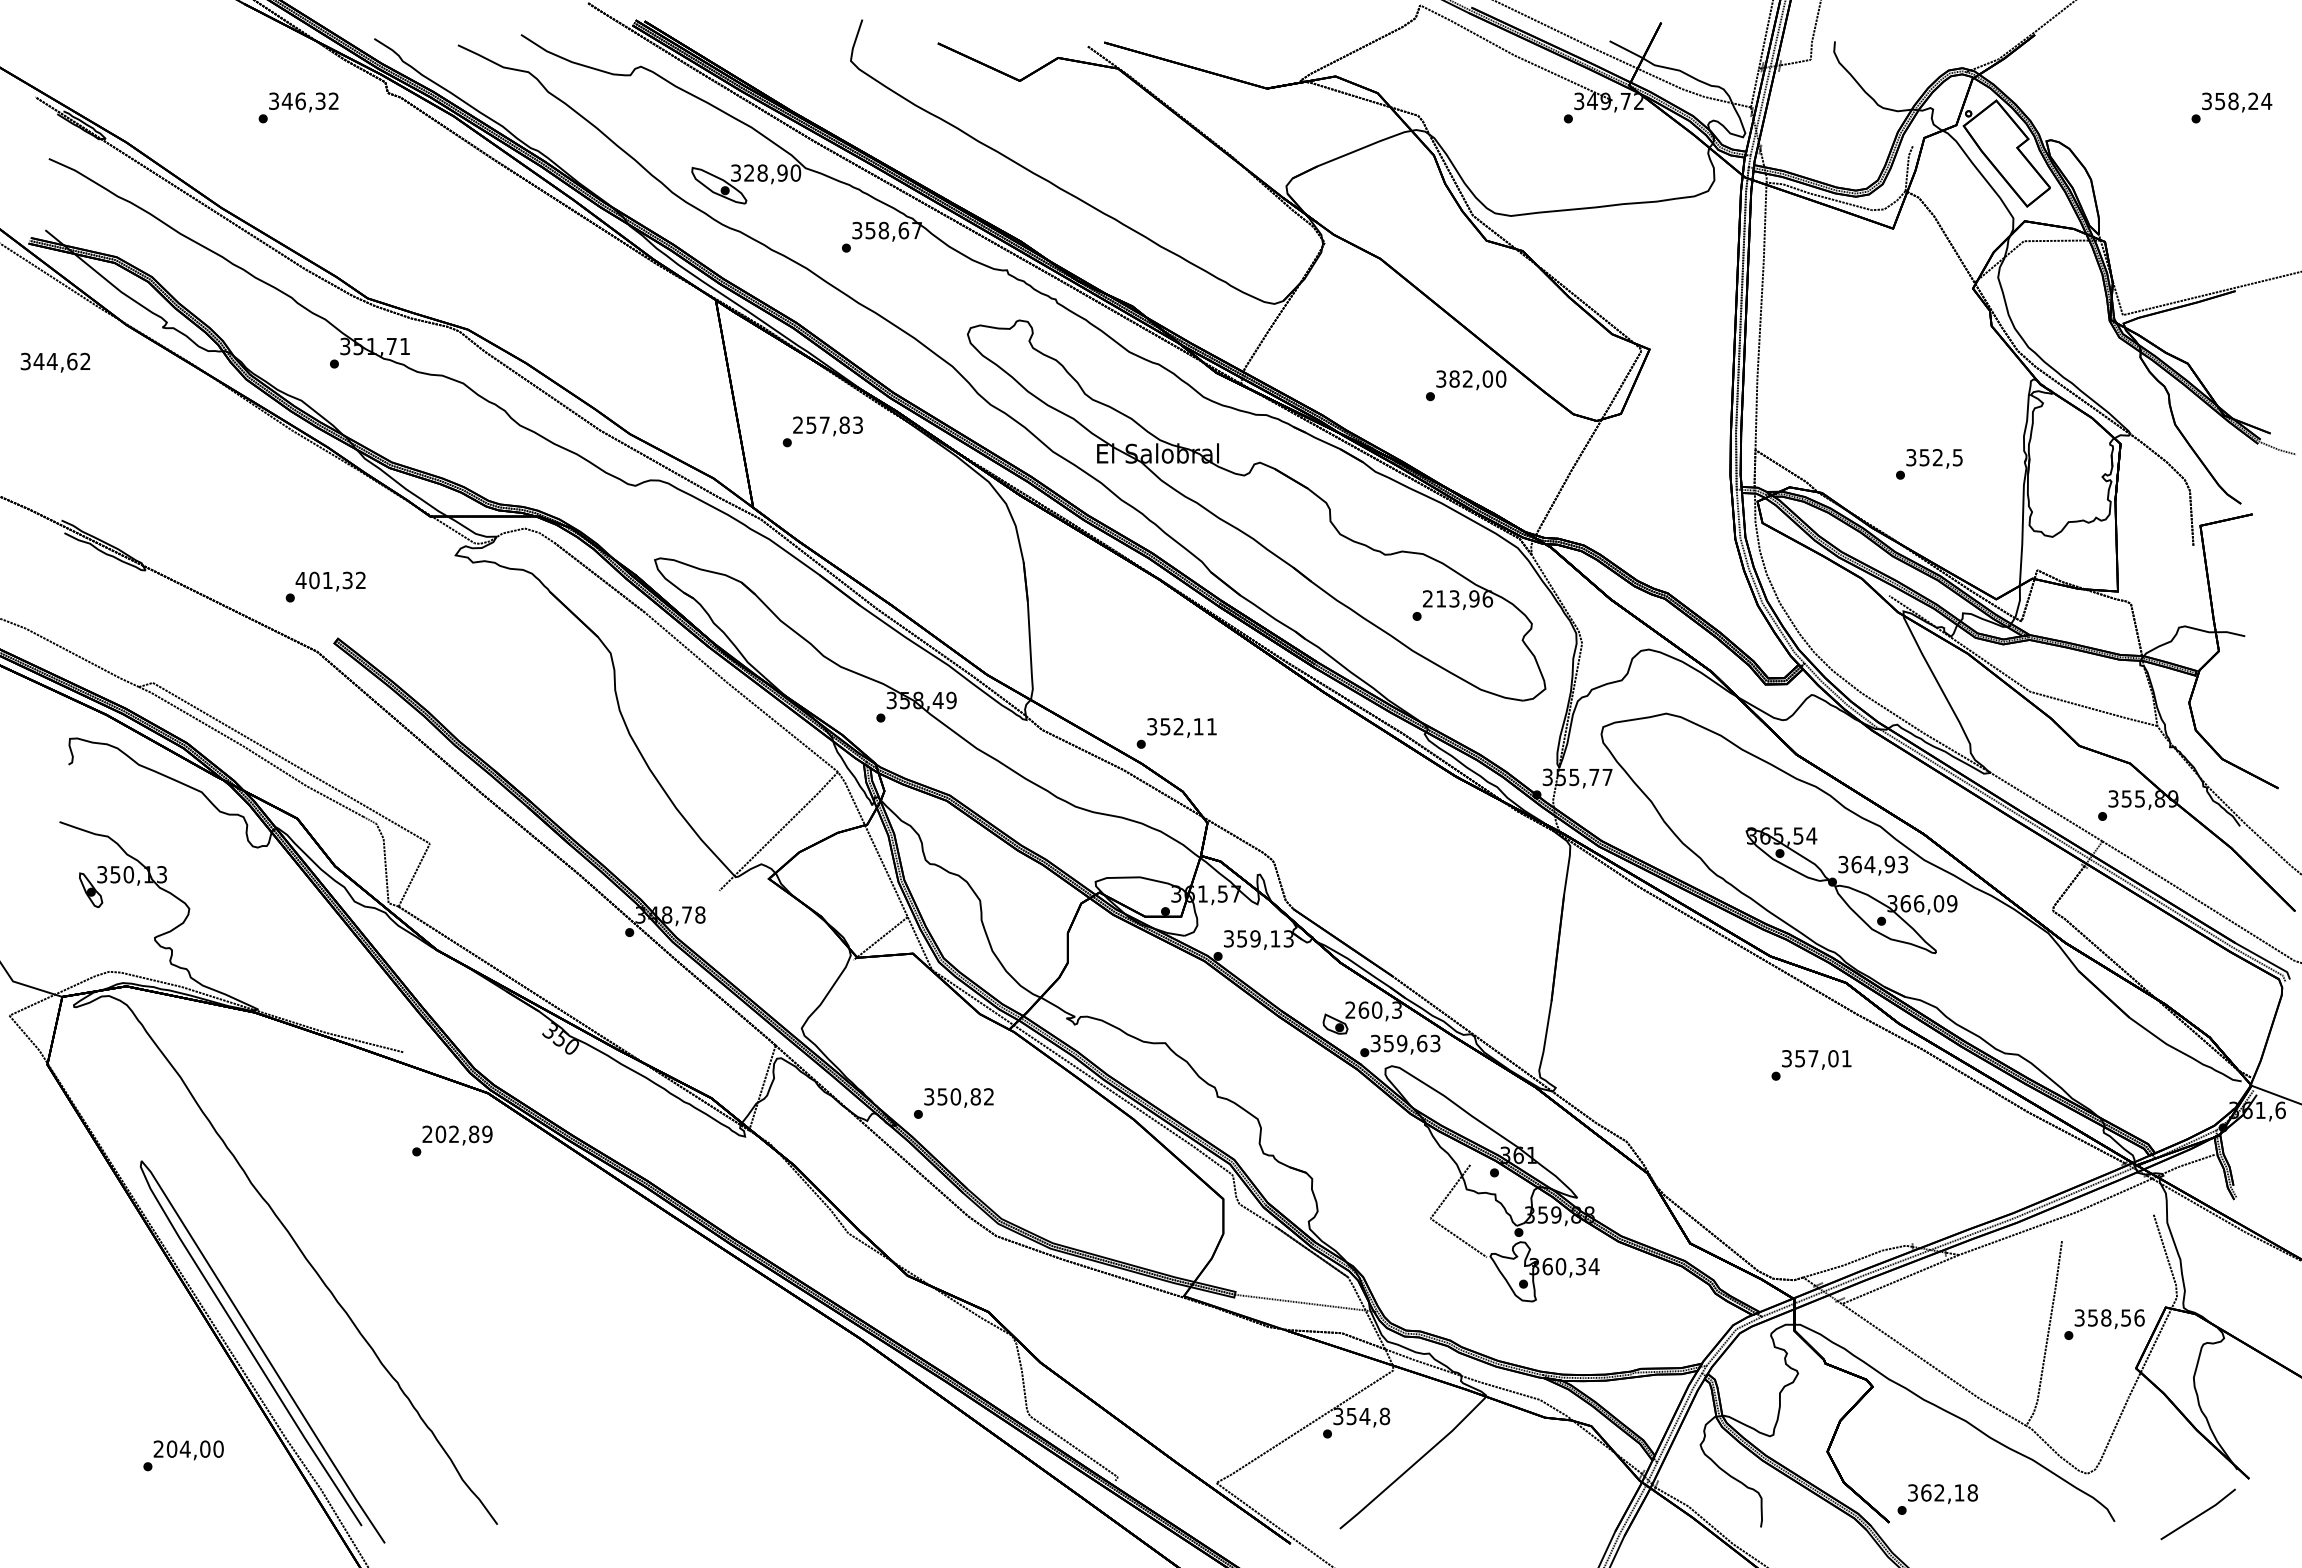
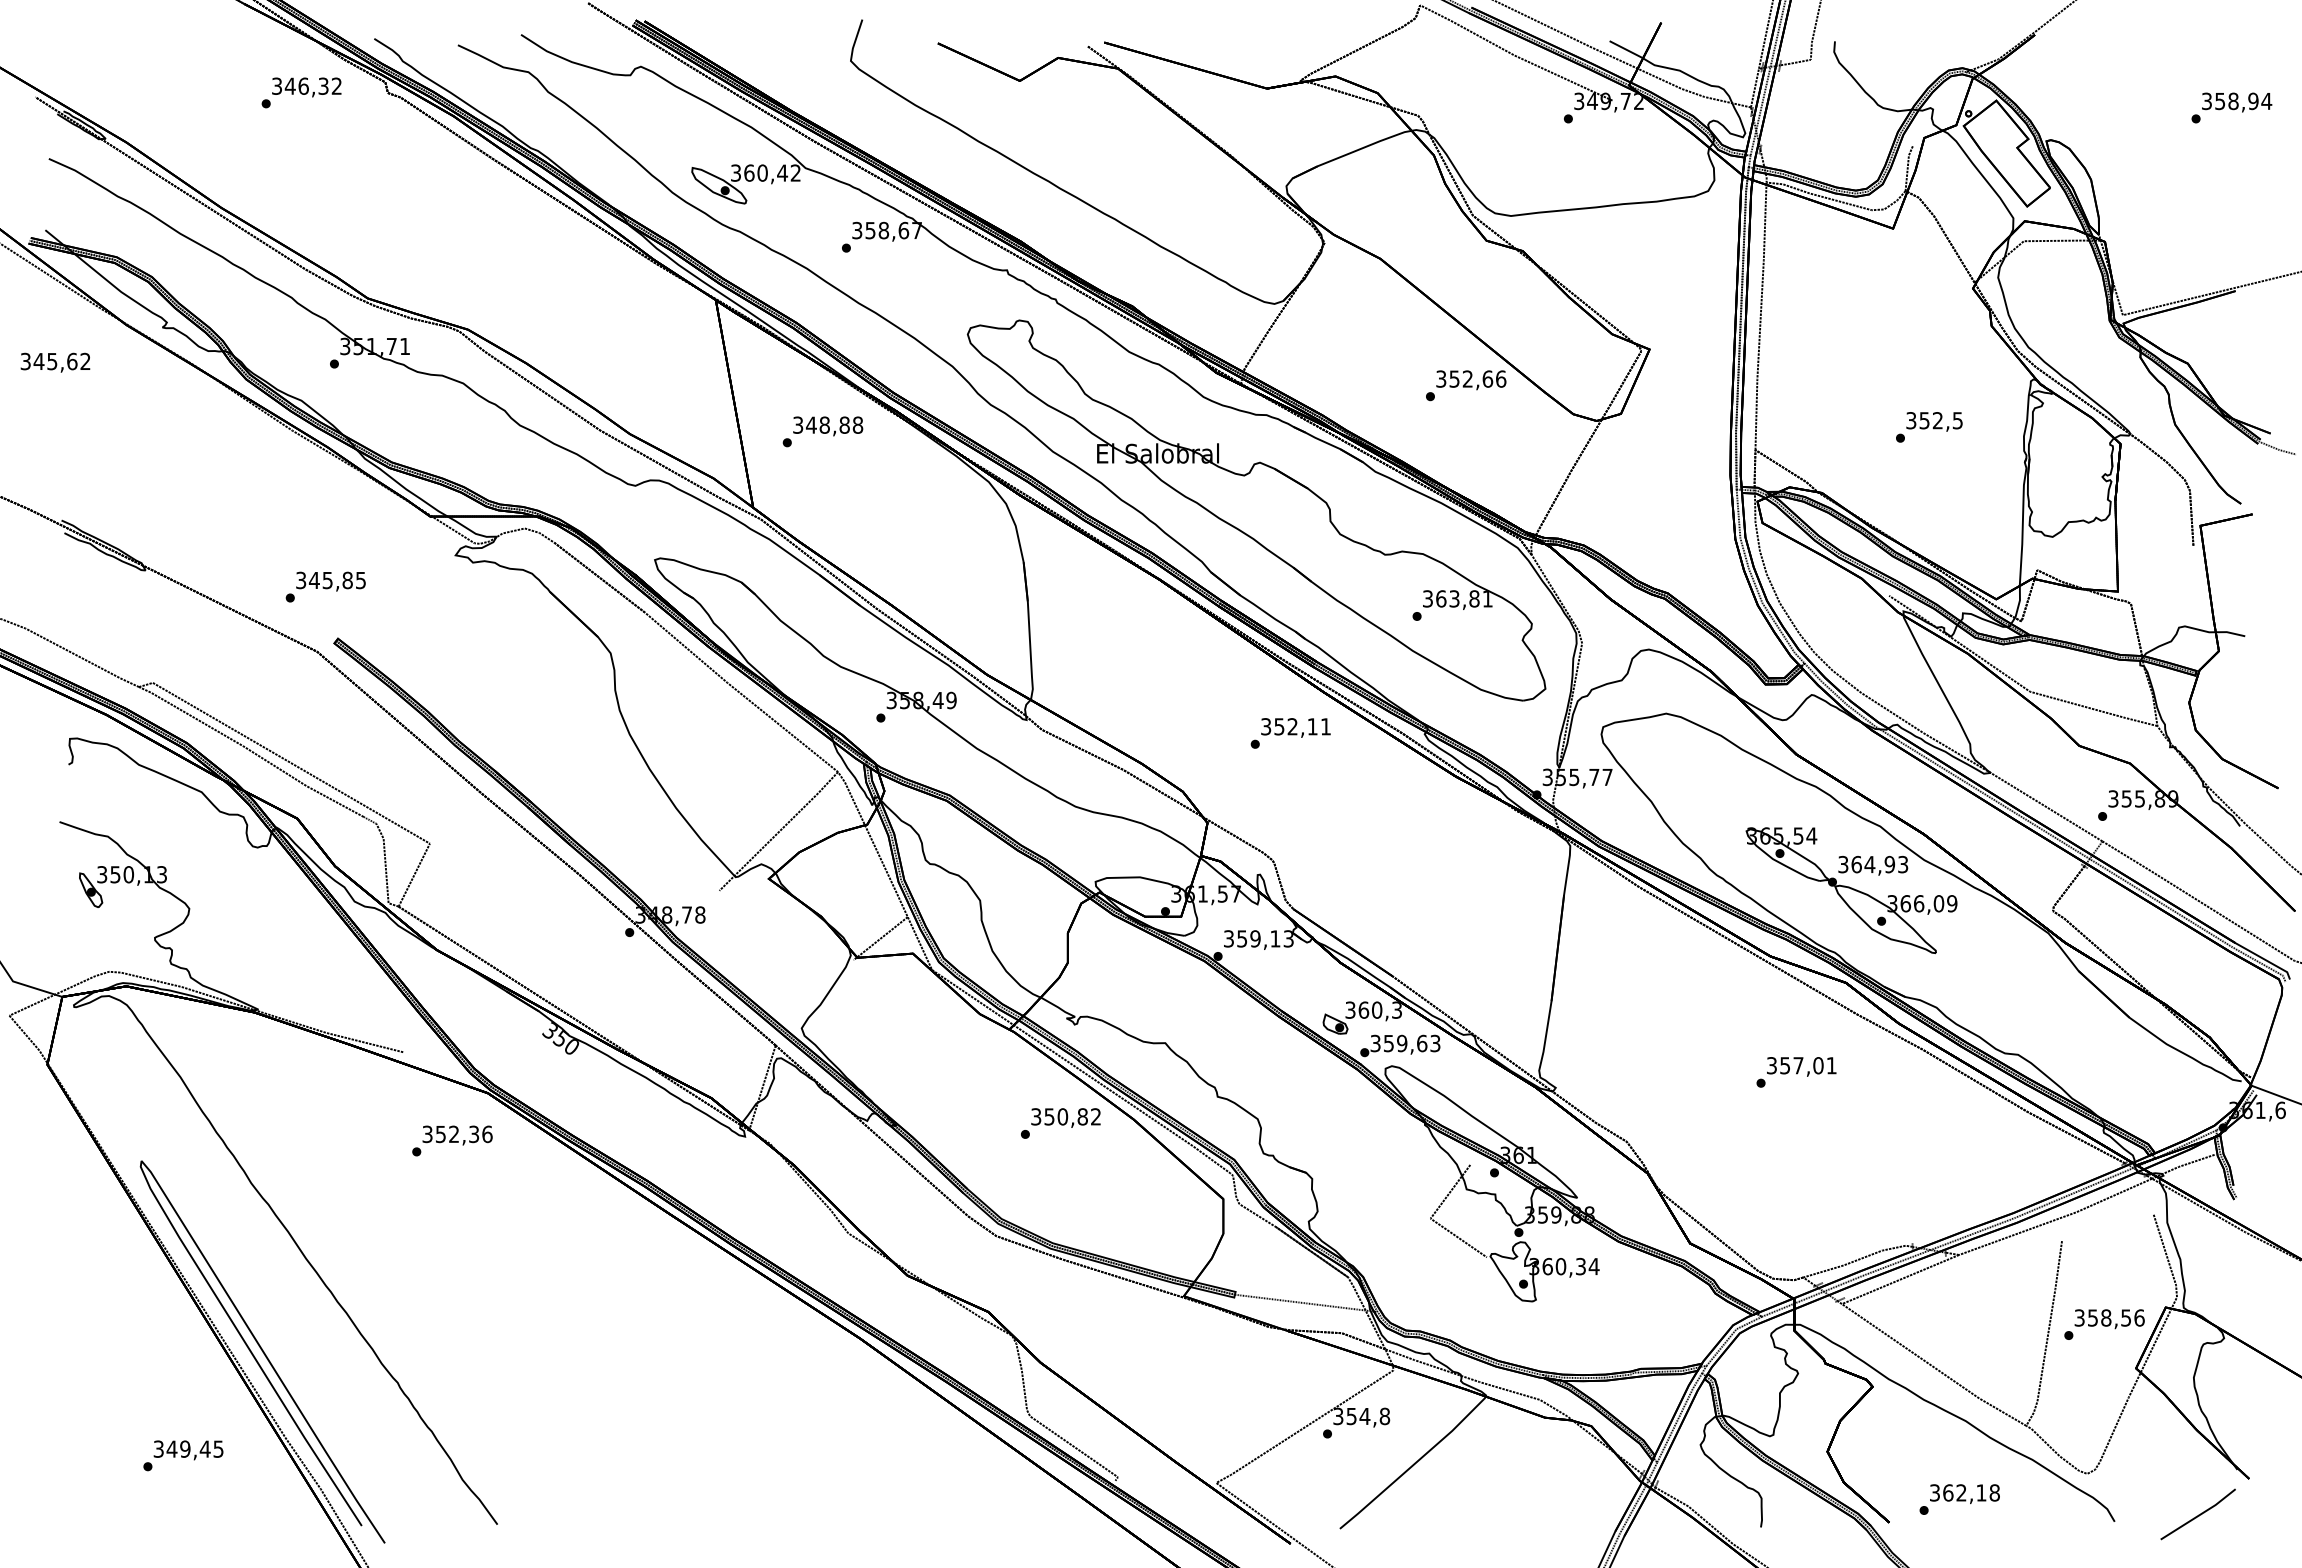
text at (2253, 101): 358,24 -> 358,94
text at (298, 107) position: (298, 107) -> (301, 92)
text at (772, 172): 328,90 -> 360,42
text at (51, 361): 344,62 -> 345,62
text at (1477, 378): 382,00 -> 352,66
text at (828, 424): 257,83 -> 348,88
text at (1929, 464) position: (1929, 464) -> (1929, 427)
text at (330, 580): 401,32 -> 345,85
text at (1458, 598): 213,96 -> 363,81
text at (1176, 733) position: (1176, 733) -> (1290, 733)
text at (1350, 1010): 260,3 -> 360,3
text at (1811, 1065) position: (1811, 1065) -> (1796, 1072)
text at (953, 1103) position: (953, 1103) -> (1060, 1123)
text at (457, 1134): 202,89 -> 352,36
text at (188, 1448): 204,00 -> 349,45
text at (1937, 1499) position: (1937, 1499) -> (1959, 1499)
